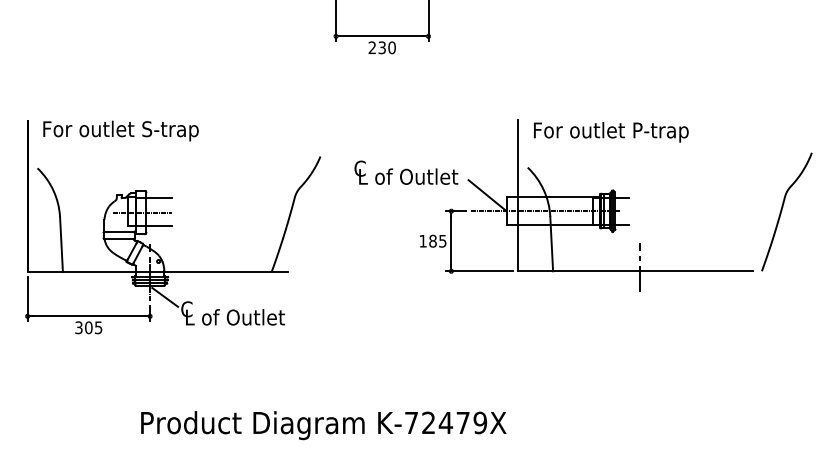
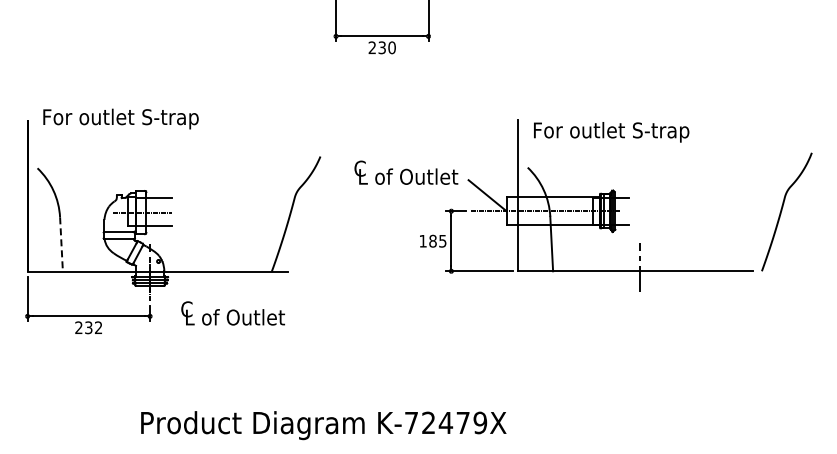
text at (120, 130) position: (120, 130) -> (120, 118)
text at (661, 132): For outlet P-trap -> For outlet S-trap
line at (61, 245): solid -> dashed
line at (165, 297): present -> none
text at (88, 327): 305 -> 232
